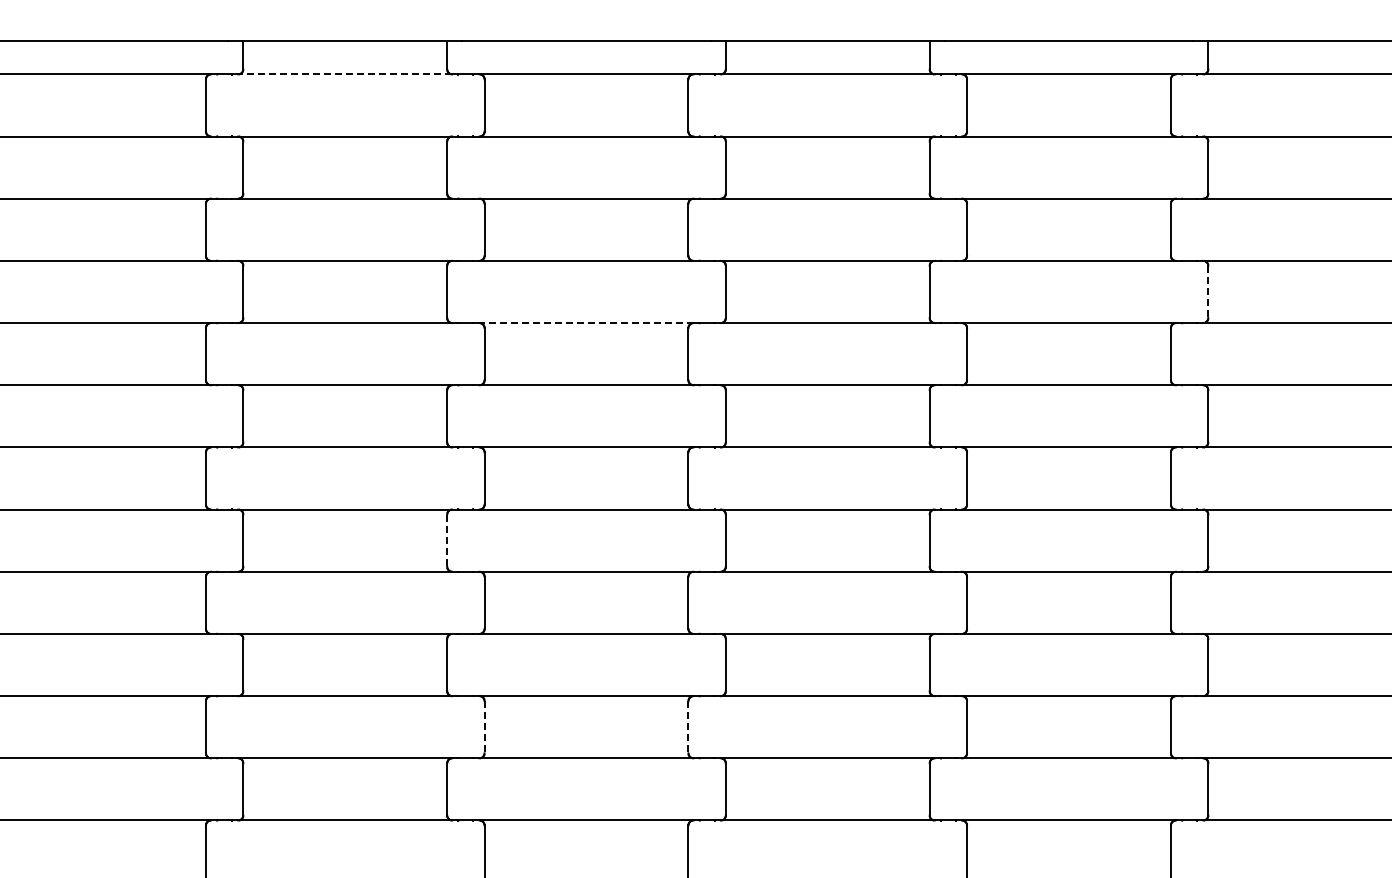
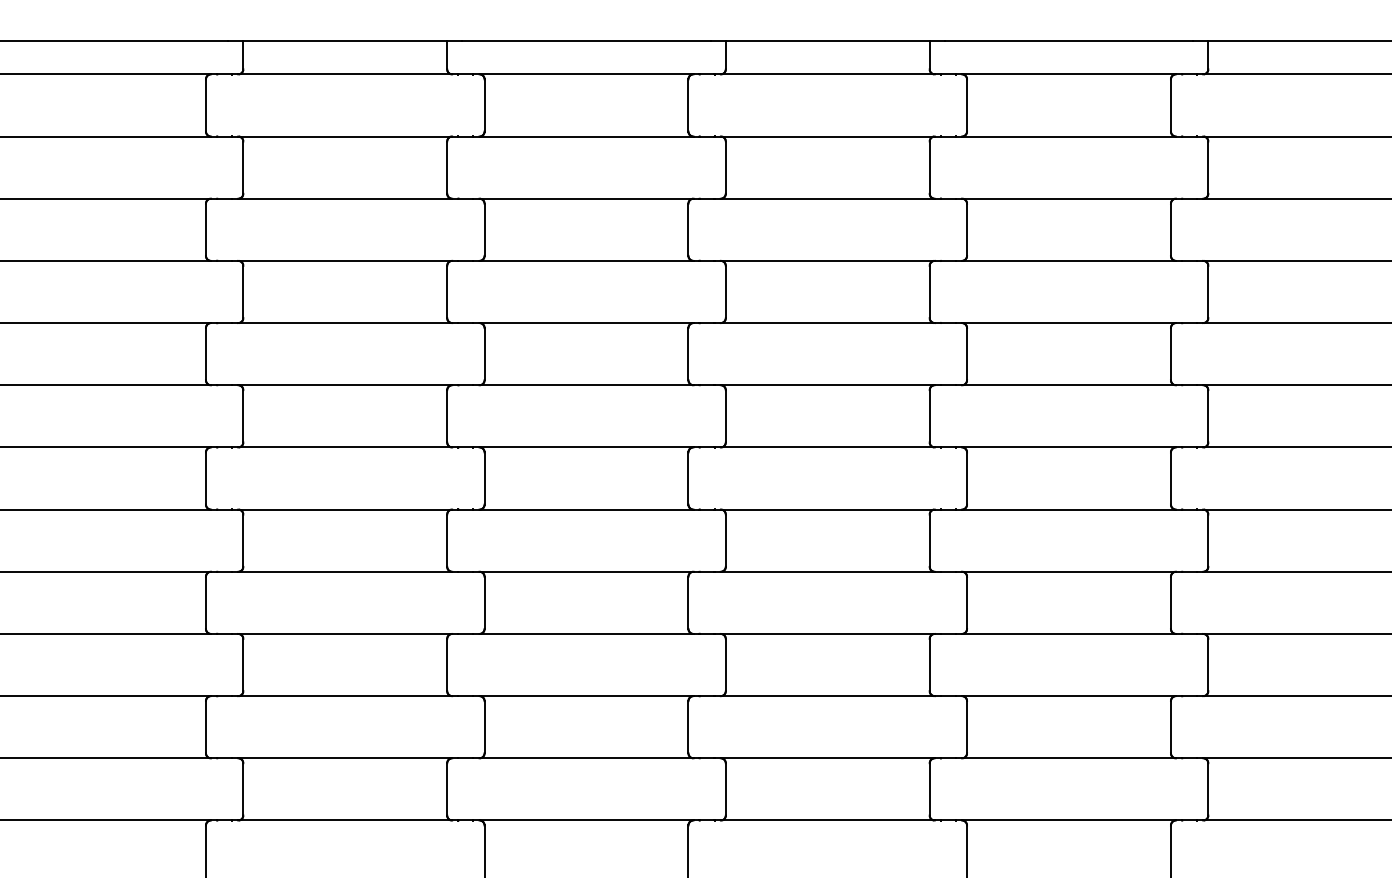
line at (345, 74): dashed -> solid
line at (1208, 292): dashed -> solid
line at (586, 323): dashed -> solid
line at (447, 541): dashed -> solid
line at (484, 727): dashed -> solid
line at (688, 727): dashed -> solid
